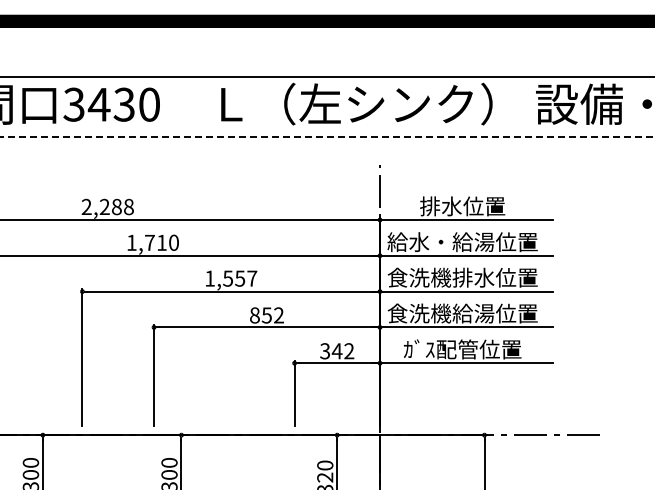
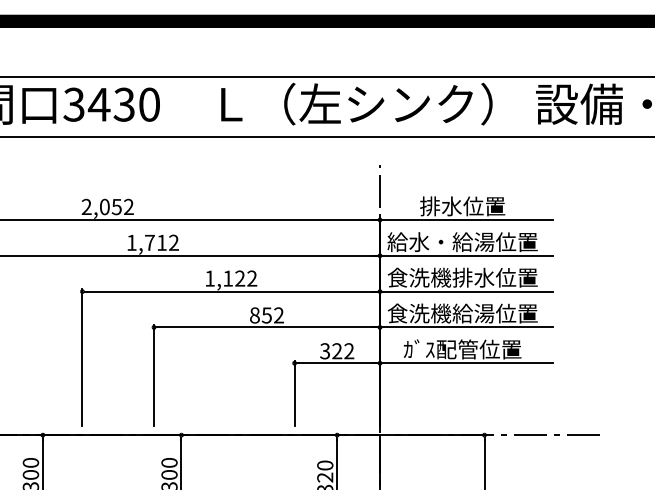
line at (327, 137): dashed -> solid
text at (116, 206): 2,288 -> 2,052
text at (173, 242): 1,710 -> 1,712
text at (240, 278): 1,557 -> 1,122
text at (336, 351): 342 -> 322
